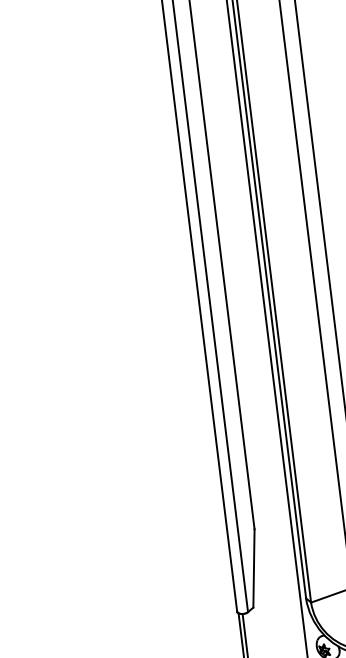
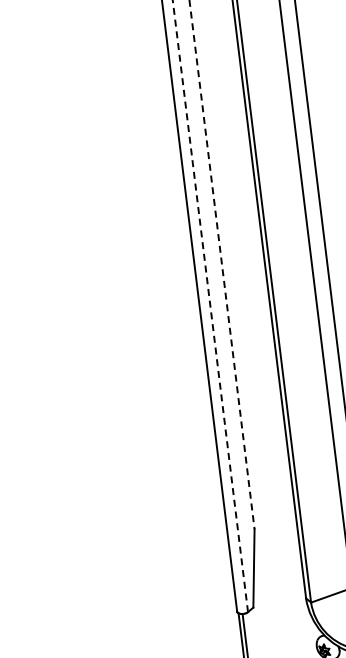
line at (222, 265): solid -> dashed
line at (210, 306): solid -> dashed
line at (267, 328): present -> none
